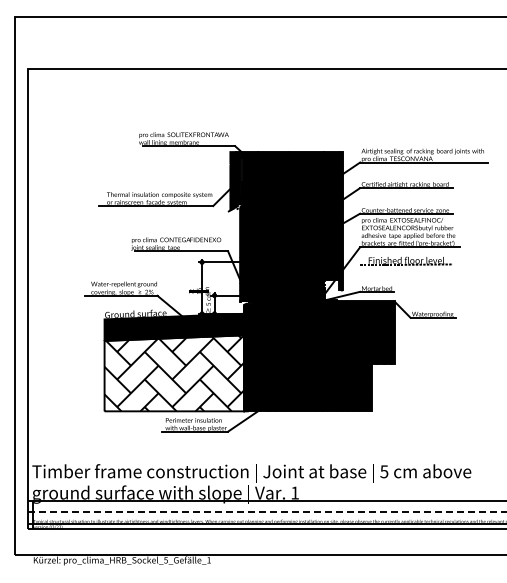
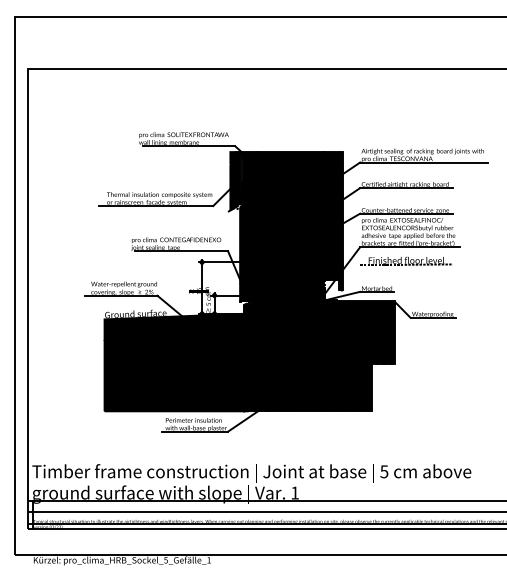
fill at (173, 373): none -> present
line at (267, 512): dashed -> solid
